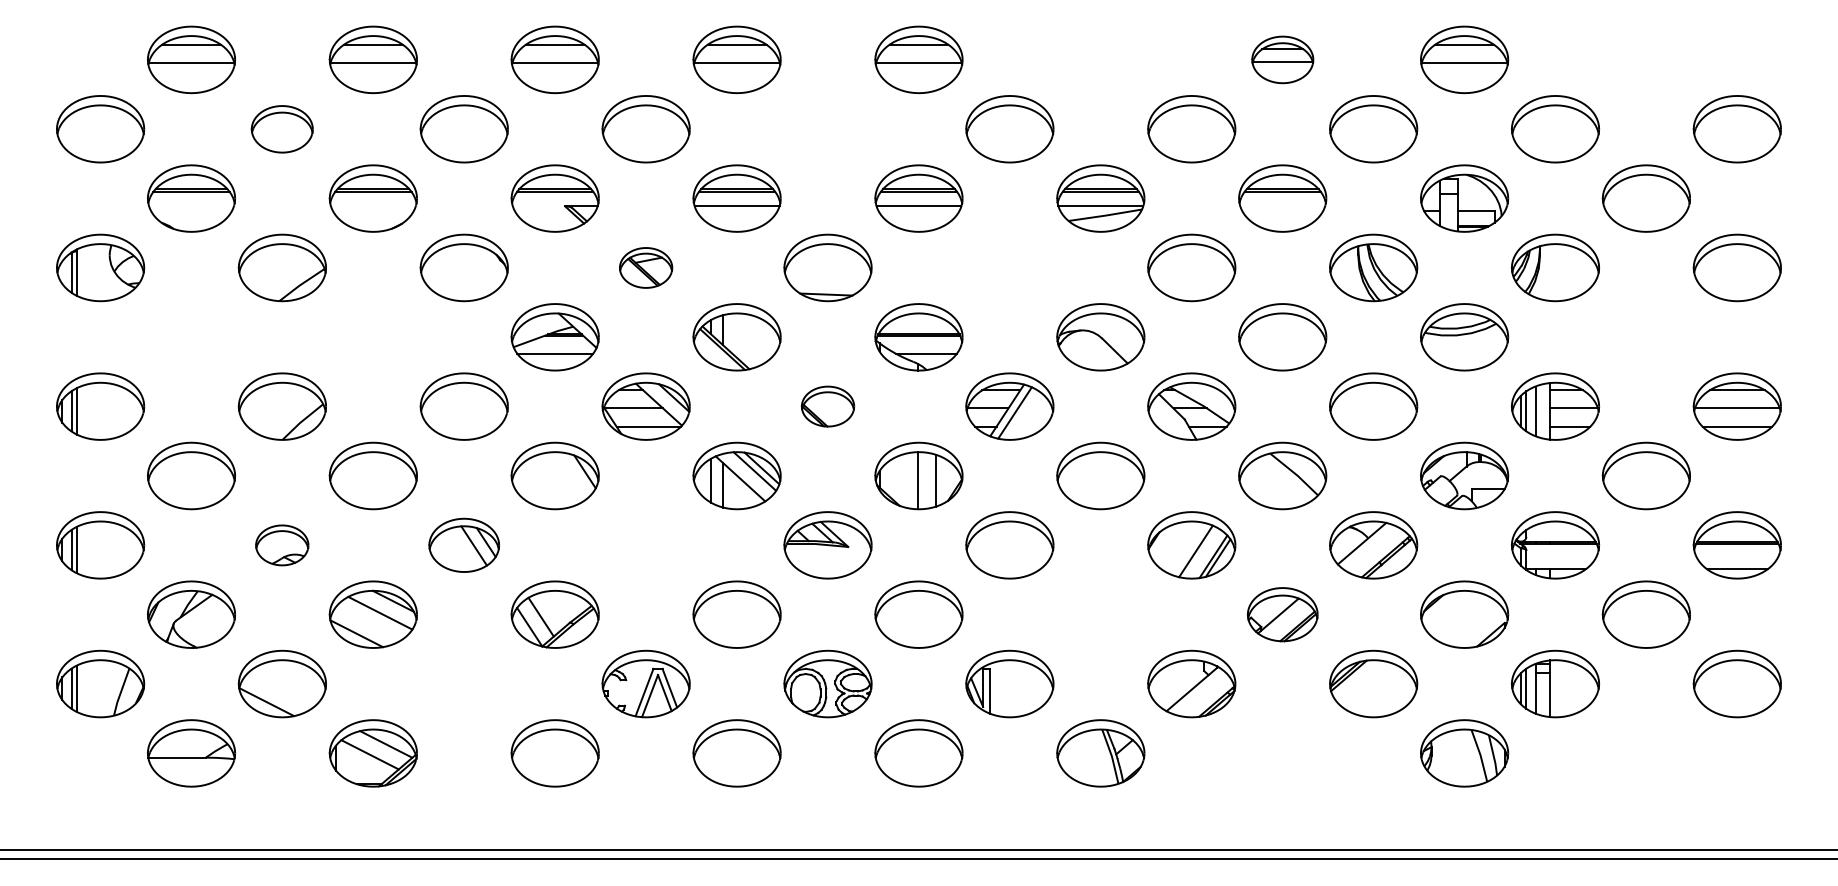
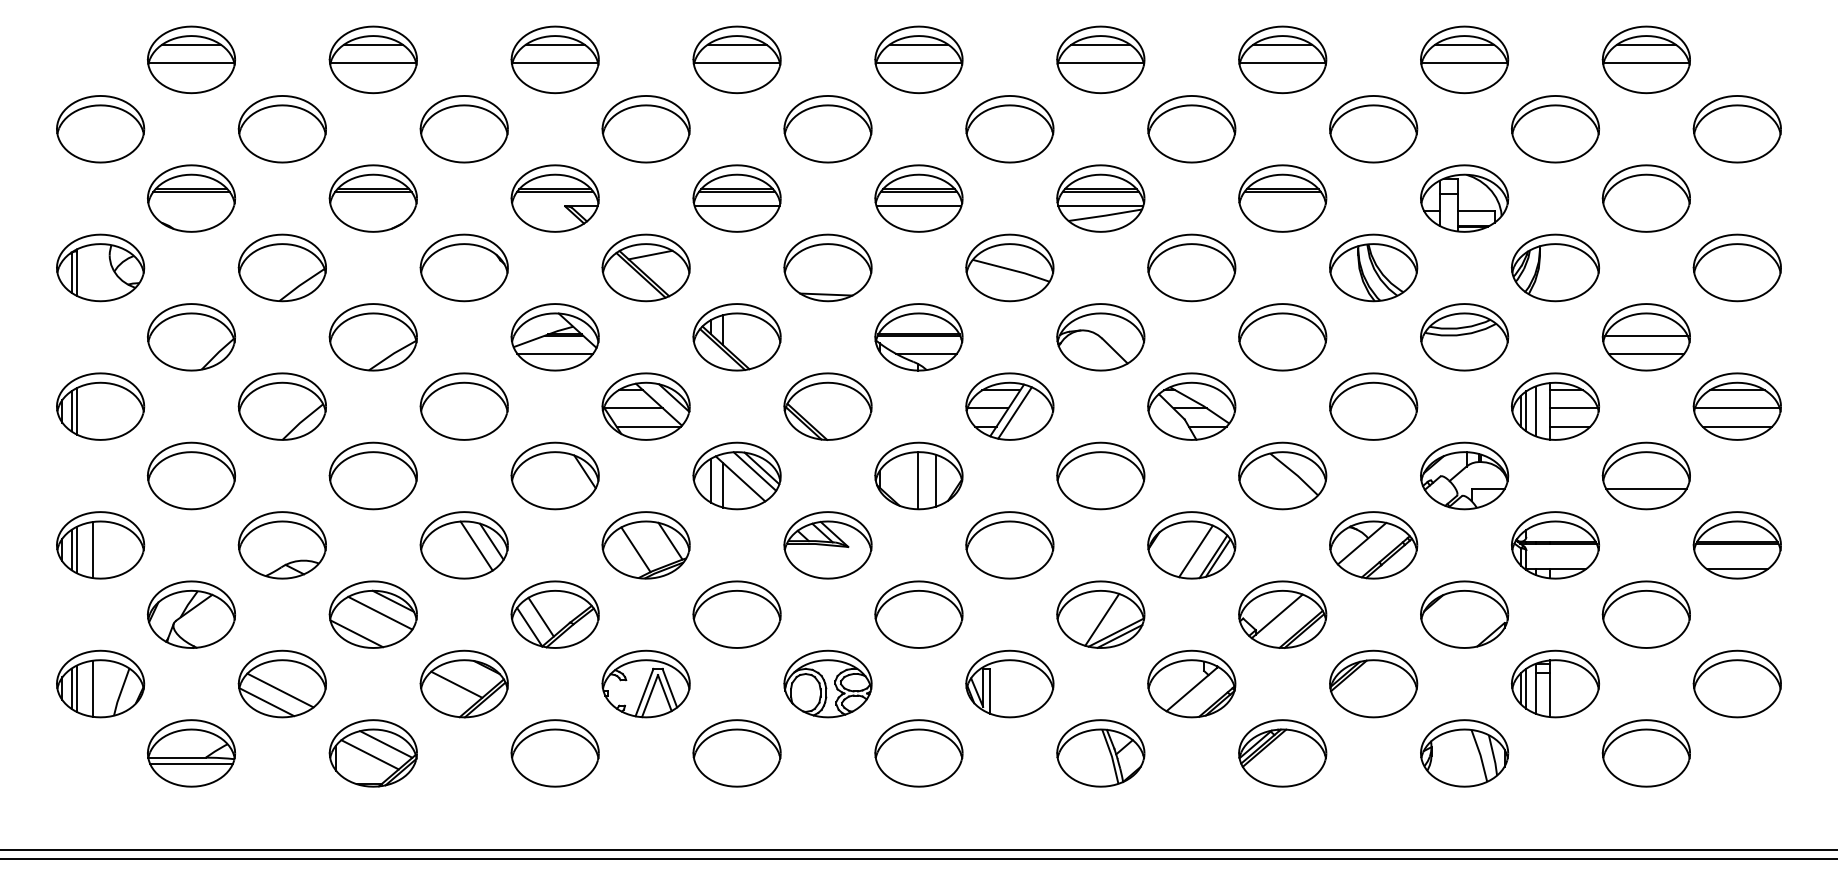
part at (1100, 59): none -> present
part at (1282, 59) size: 64x50 px -> 90x70 px
part at (1645, 59): none -> present
part at (281, 129) size: 64x49 px -> 90x69 px
part at (827, 129): none -> present
part at (646, 267) size: 55x42 px -> 90x70 px
part at (1009, 267): none -> present
part at (191, 337): none -> present
part at (372, 337): none -> present
part at (1645, 337): none -> present
part at (827, 406) size: 56x43 px -> 90x69 px
line at (1646, 488): none -> present
part at (464, 544) size: 73x56 px -> 90x69 px
part at (282, 545) size: 55x43 px -> 90x69 px
part at (645, 545): none -> present
line at (93, 549): none -> present
part at (1100, 614): none -> present
part at (1282, 614) size: 73x56 px -> 90x69 px
part at (463, 683): none -> present
line at (93, 688): none -> present
line at (280, 690): none -> present
part at (1282, 753): none -> present
part at (1645, 753): none -> present
line at (191, 763): none -> present
